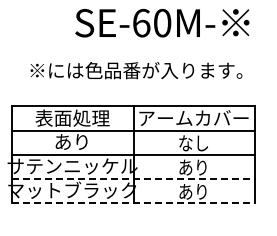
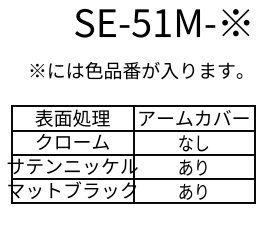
text at (151, 22): SE-60M- -> SE-51M-
text at (72, 141): あり -> クローム
line at (134, 179): dashed -> solid
line at (134, 203): dashed -> solid
